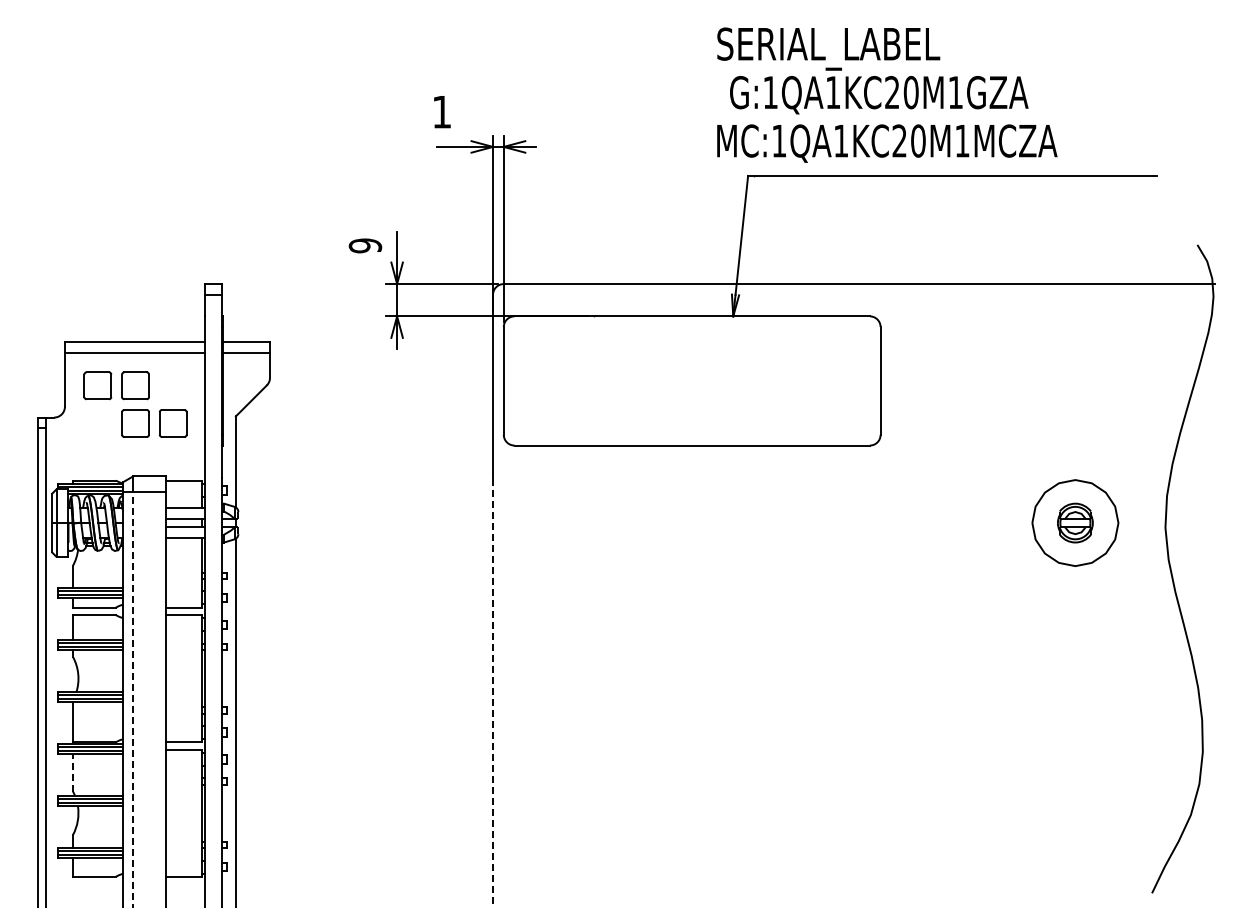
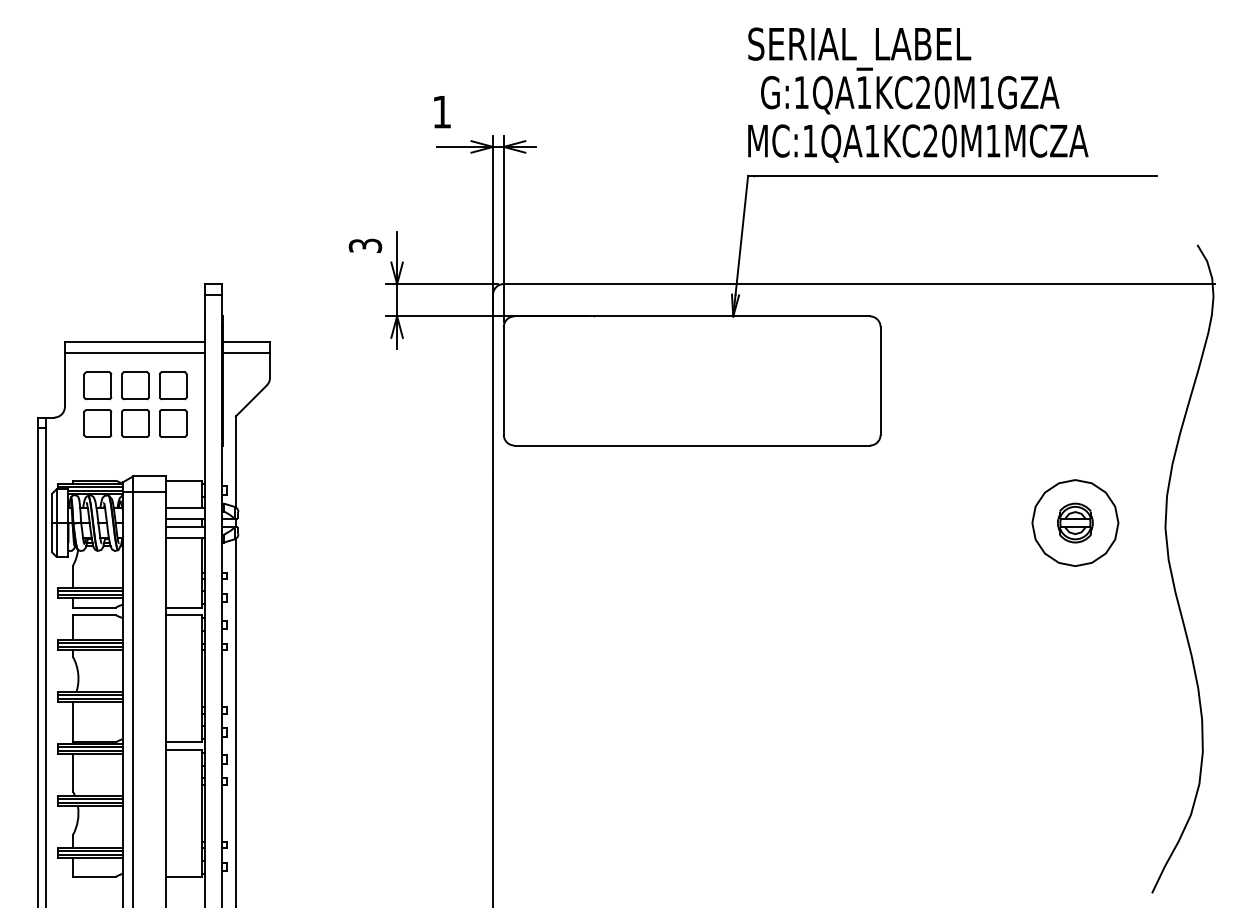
text at (887, 94) position: (887, 94) -> (918, 94)
text at (364, 245): 9 -> 3
part at (173, 385): none -> present
part at (97, 423): none -> present
line at (493, 692): dashed -> solid
line at (133, 699): dashed -> solid
line at (73, 773): dashed -> solid
